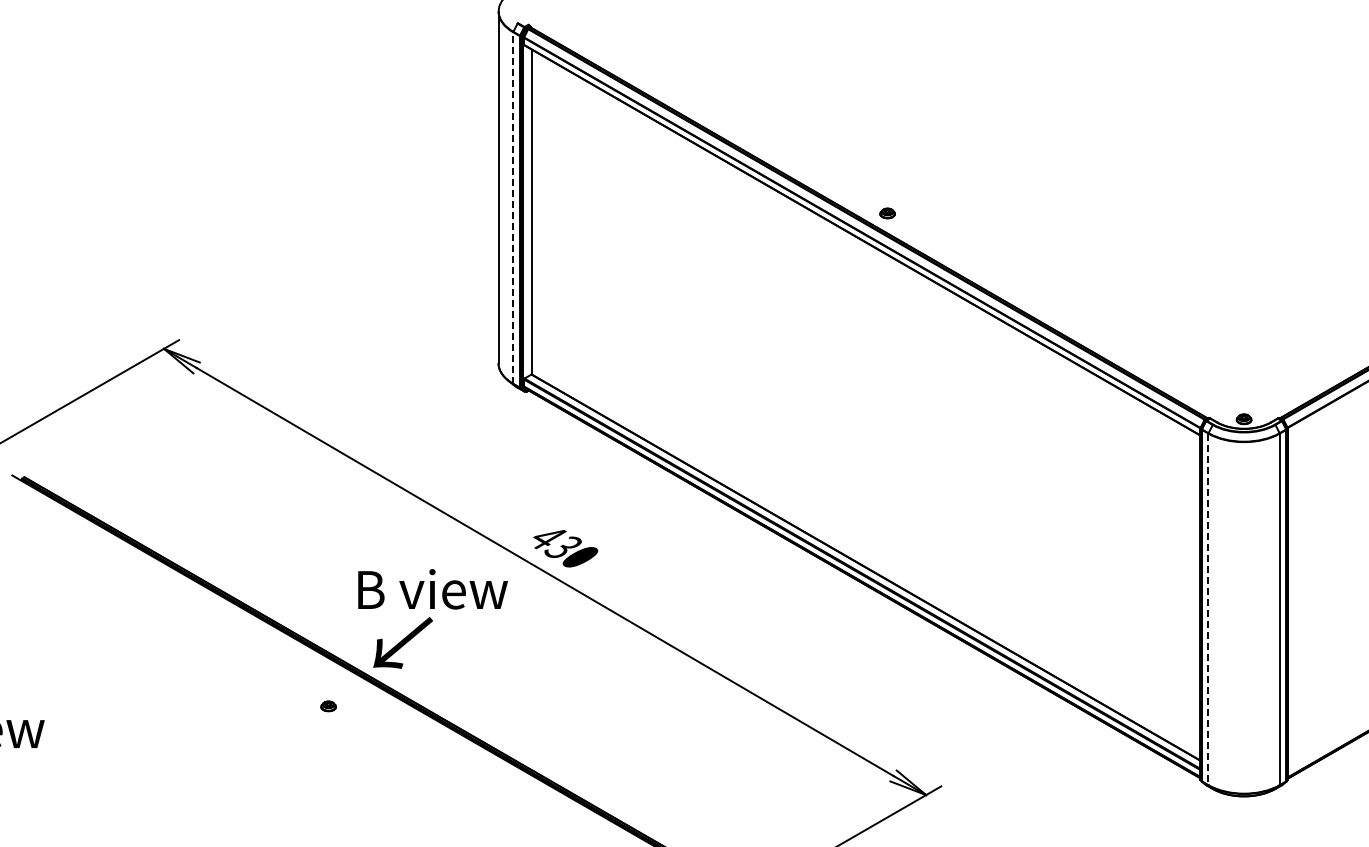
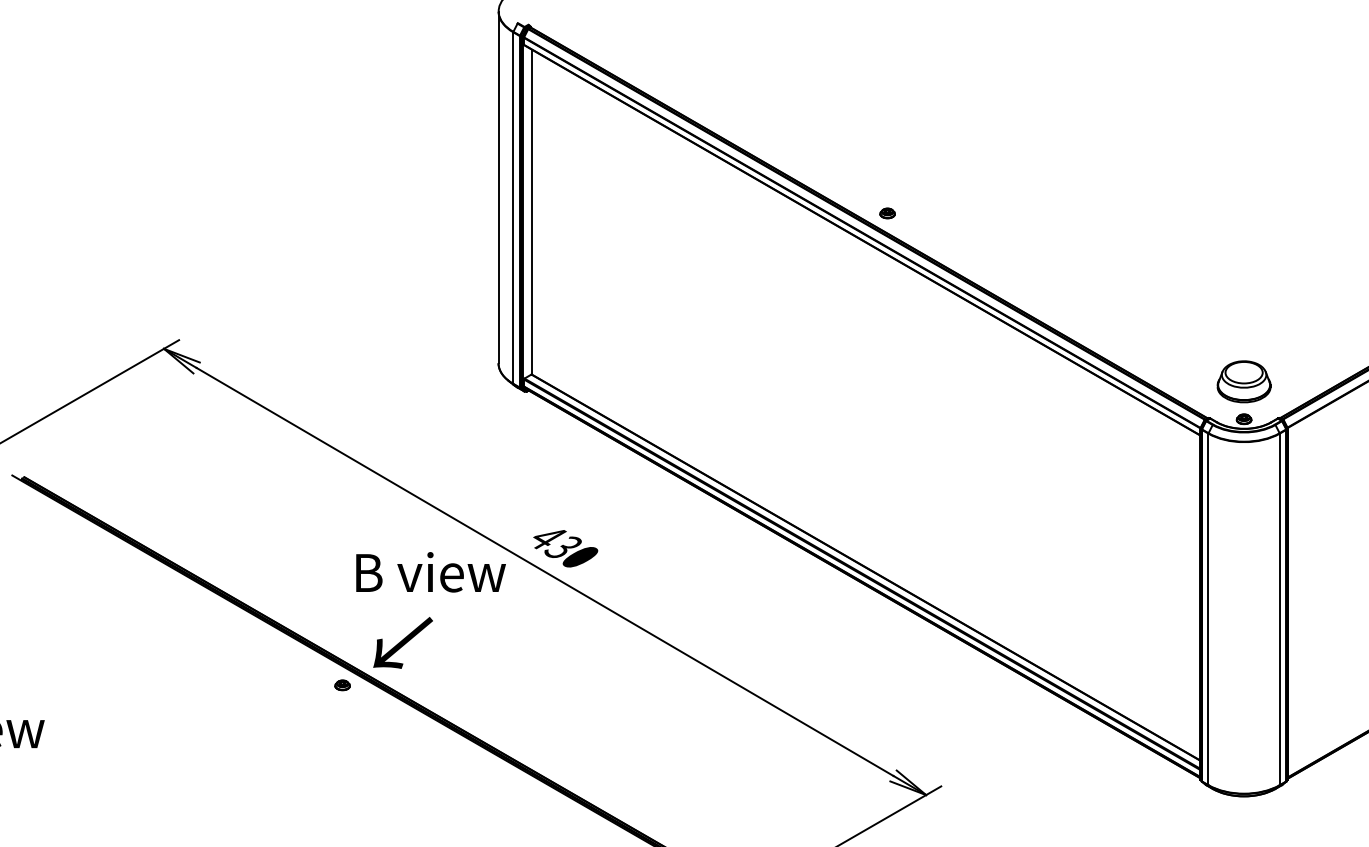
line at (513, 208): dashed -> solid
part at (1243, 381): none -> present
text at (432, 589) position: (432, 589) -> (430, 572)
line at (1208, 609): dashed -> solid
part at (328, 706) position: (328, 706) -> (342, 685)
